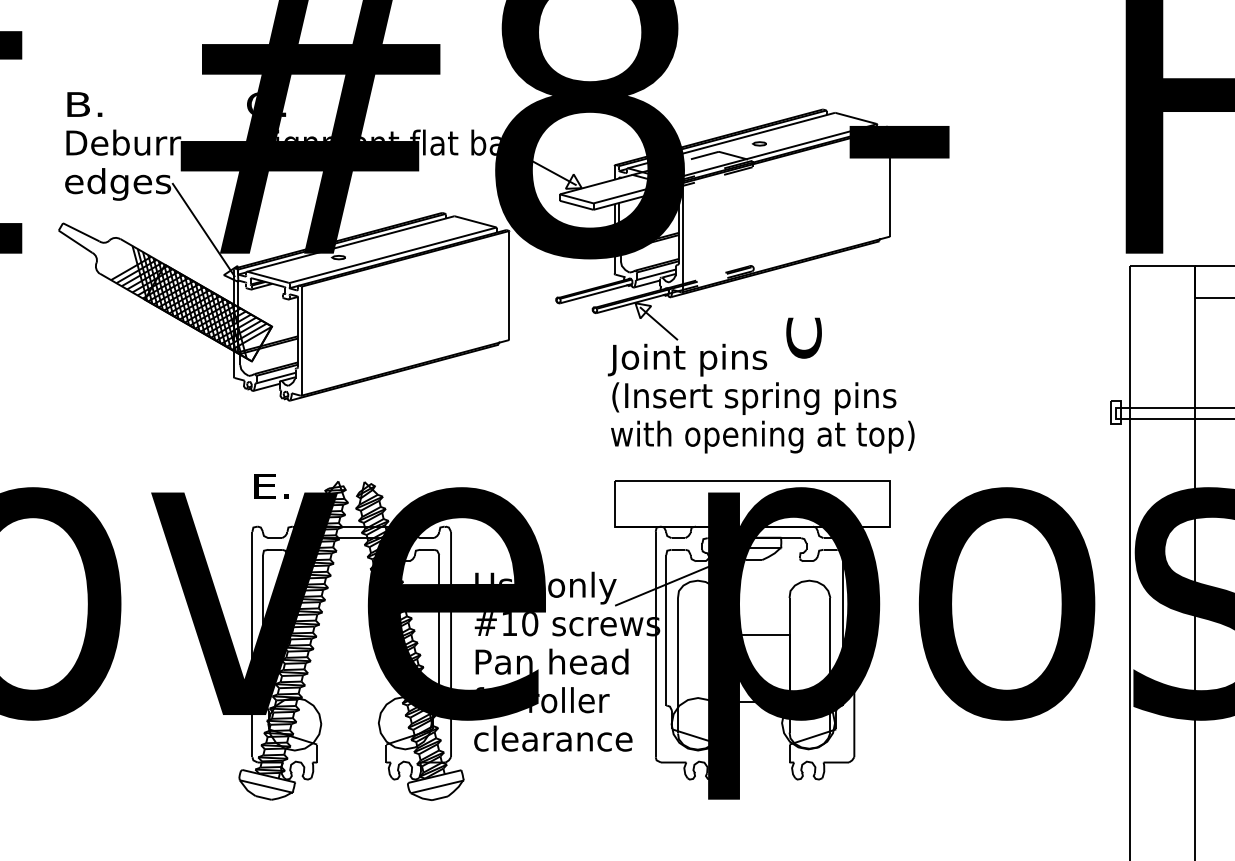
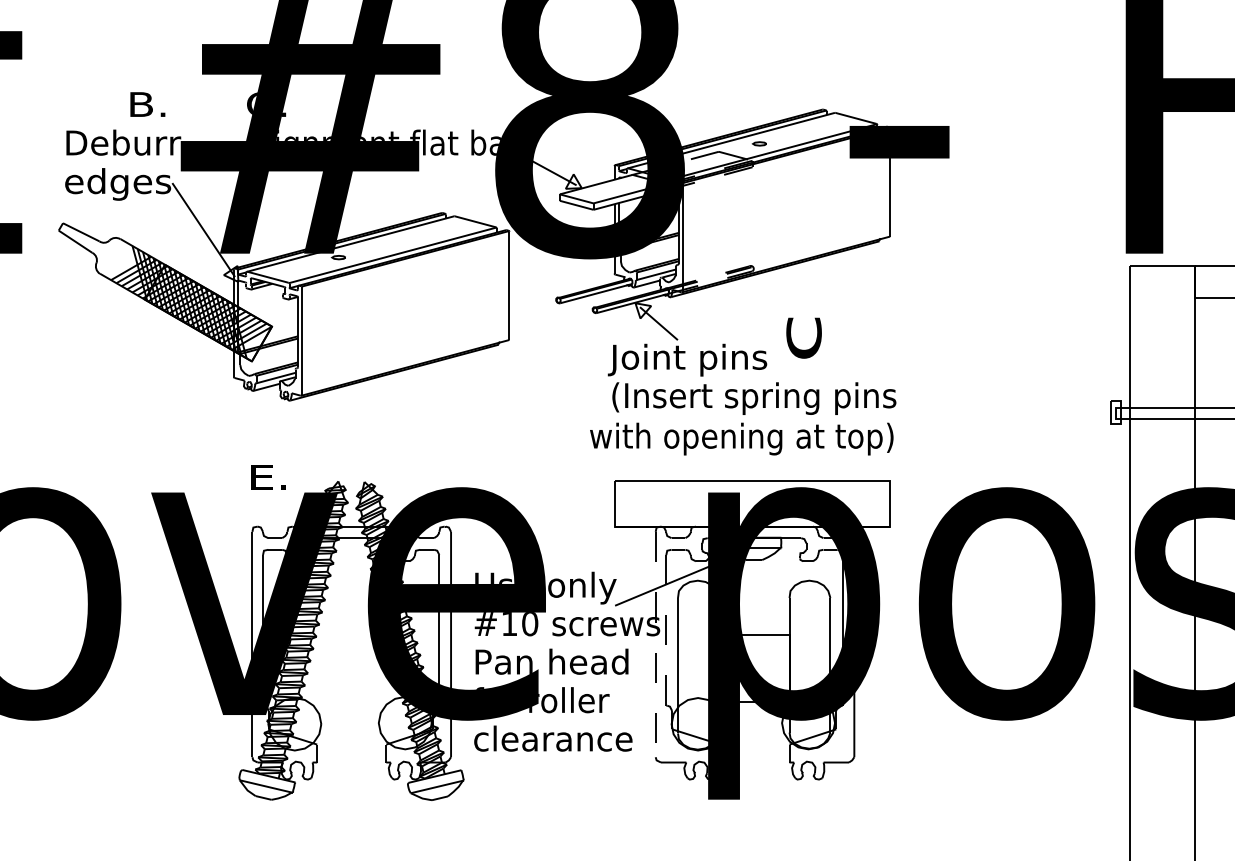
text at (84, 104) position: (84, 104) -> (147, 104)
text at (762, 436) position: (762, 436) -> (741, 438)
text at (271, 486) position: (271, 486) -> (268, 477)
line at (666, 629): solid -> dashed
line at (655, 644): solid -> dashed
